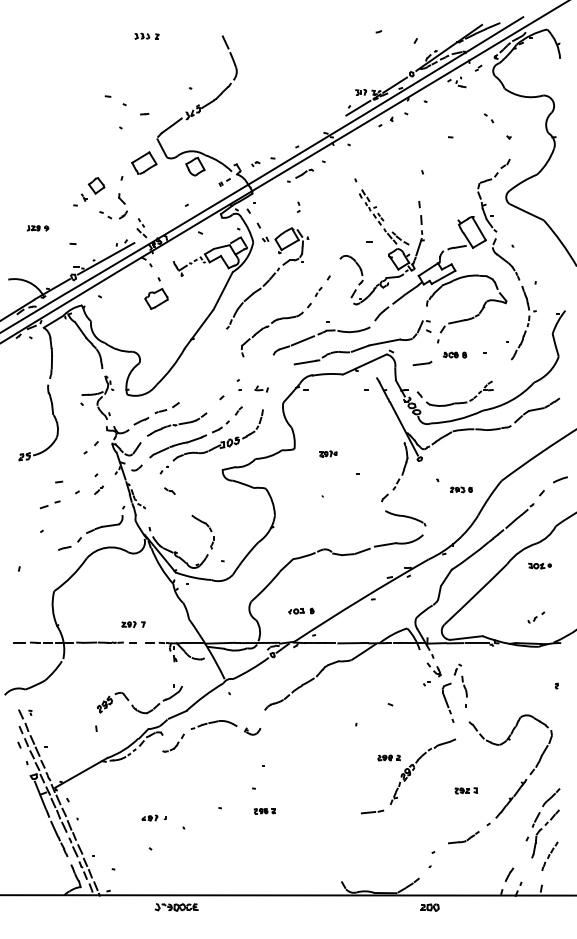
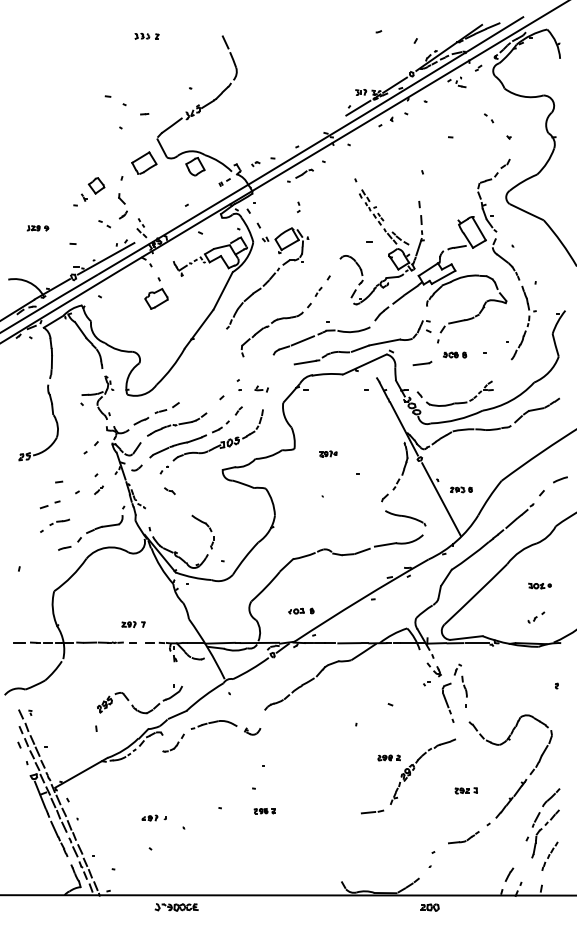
part at (105, 215) position: (105, 215) -> (104, 224)
line at (441, 499): none -> present
part at (59, 521): none -> present
part at (539, 565) position: (539, 565) -> (539, 585)
